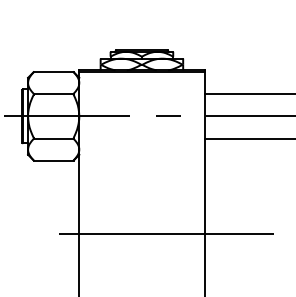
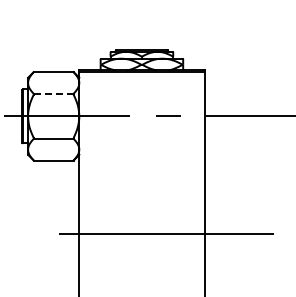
line at (248, 93): present -> none
line at (53, 94): solid -> dashed
line at (248, 139): present -> none
